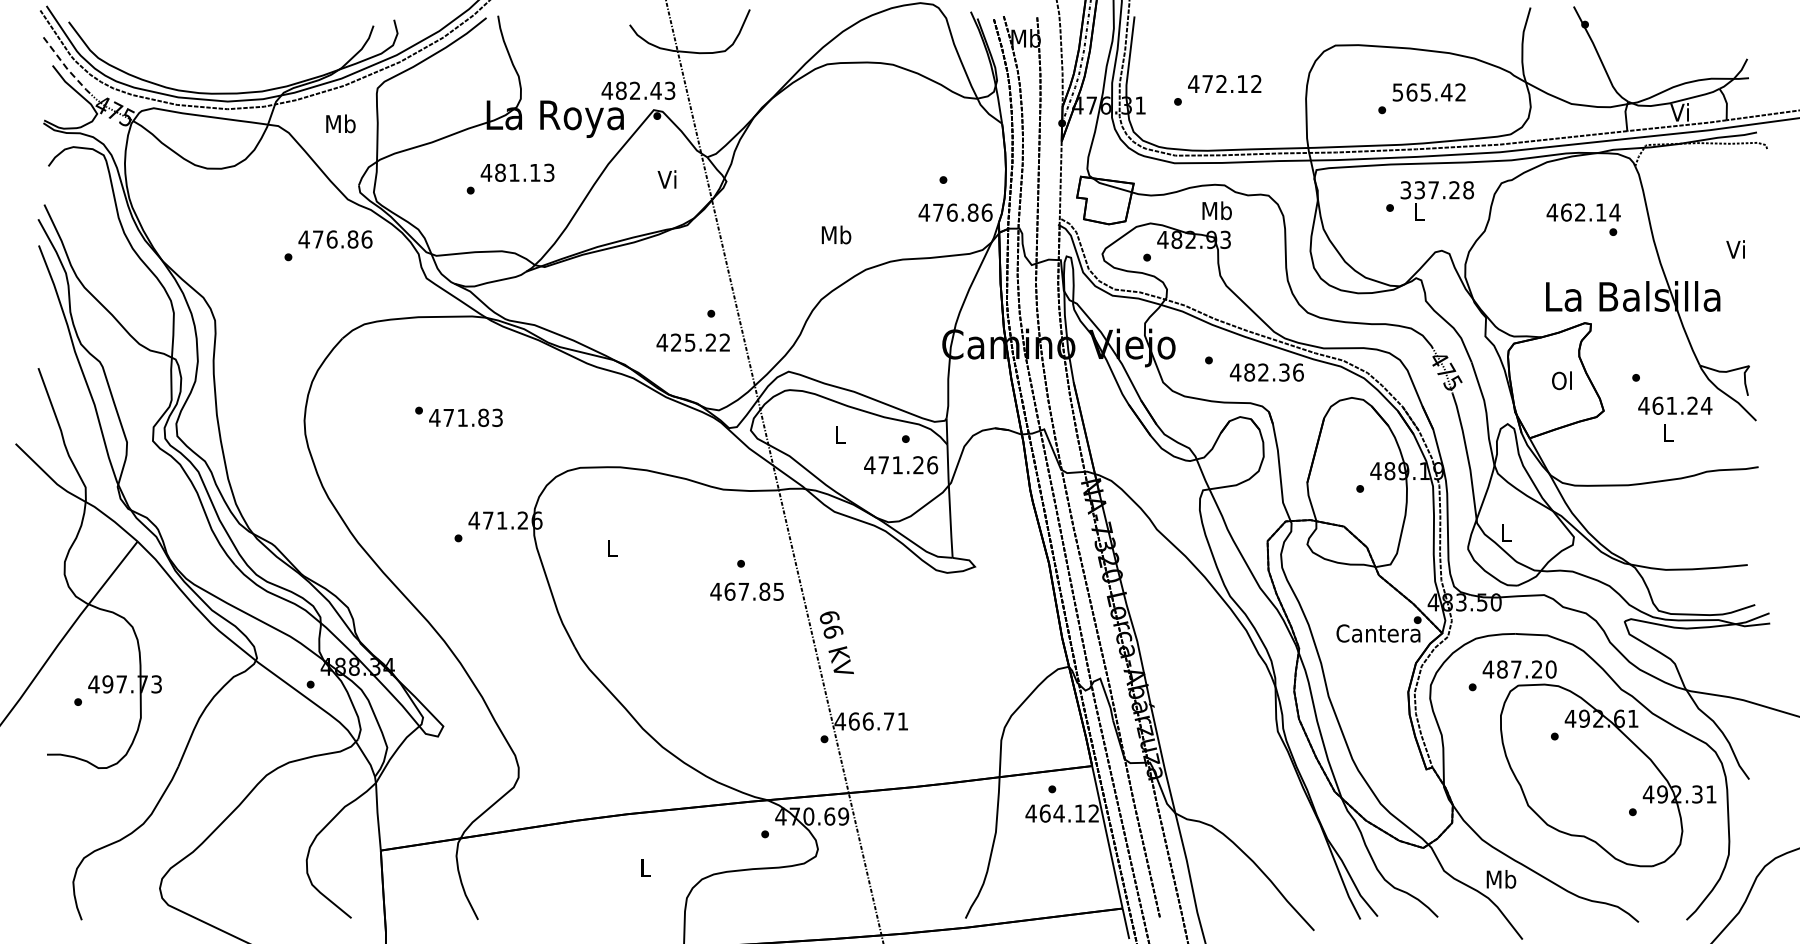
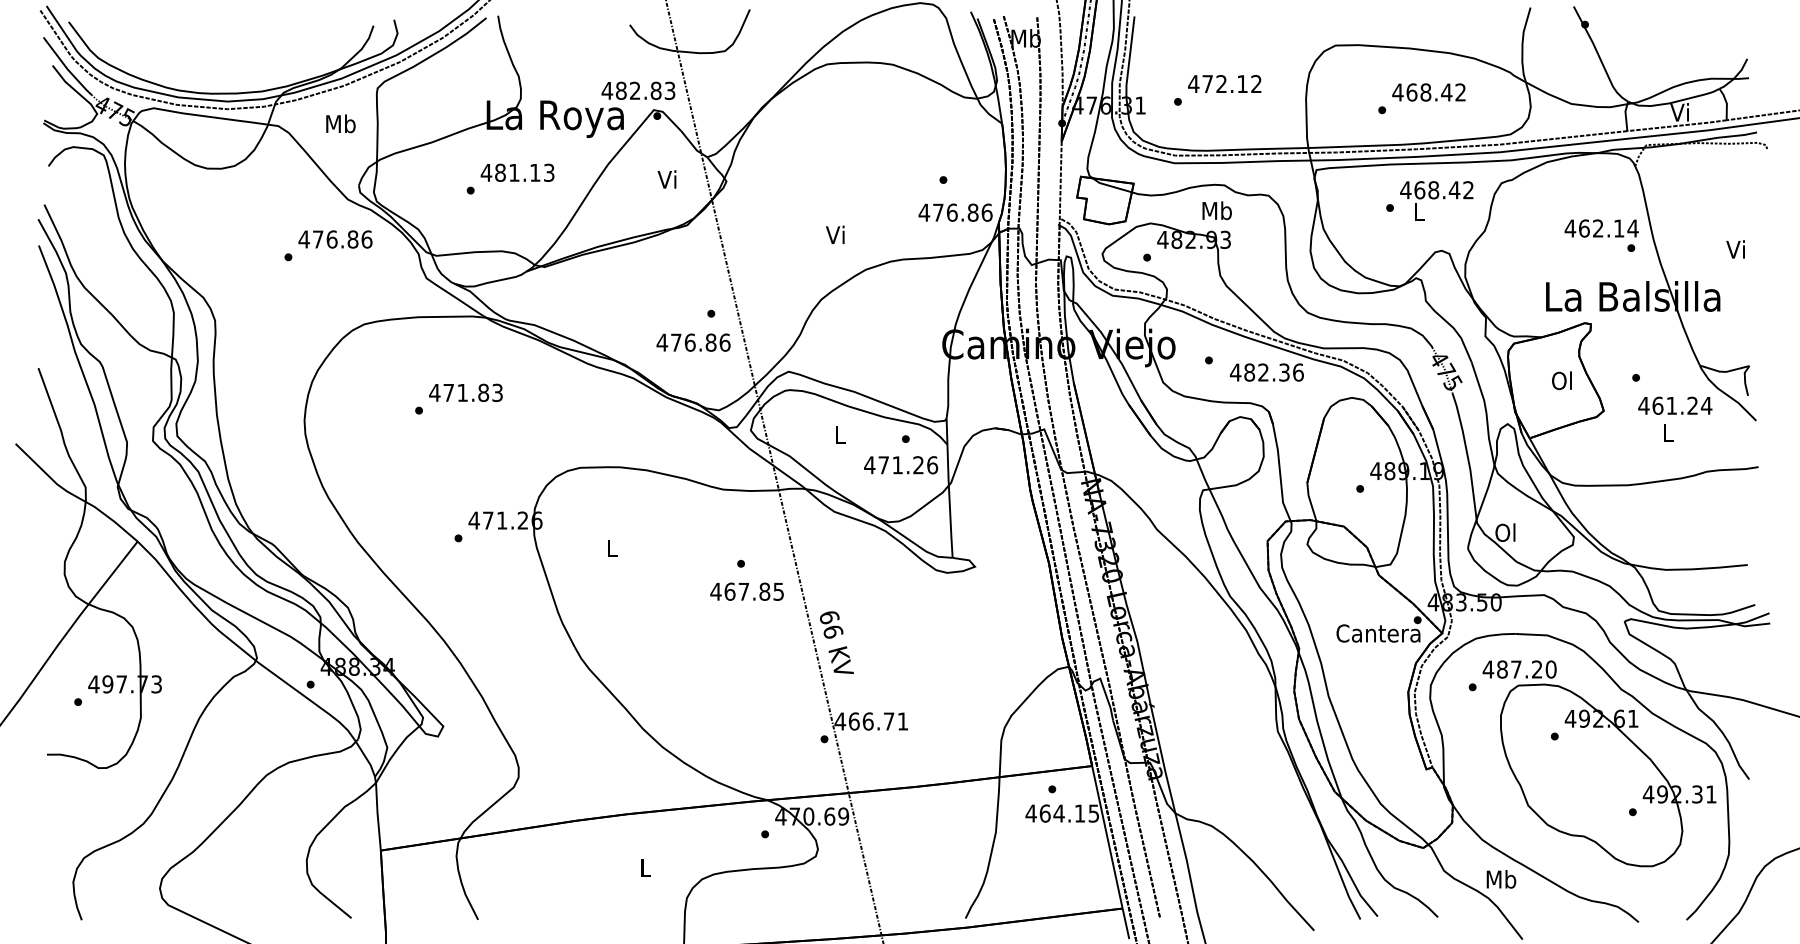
line at (67, 68): dashed -> solid
text at (655, 90): 482.43 -> 482.83
text at (1411, 92): 565.42 -> 468.42
text at (1437, 190): 337.28 -> 468.42
text at (1583, 219) position: (1583, 219) -> (1601, 235)
text at (836, 234): Mb -> Vi
text at (700, 342): 425.22 -> 476.86
text at (465, 417) position: (465, 417) -> (465, 392)
text at (1505, 532): L -> Ol
text at (1093, 813): 464.12 -> 464.15
